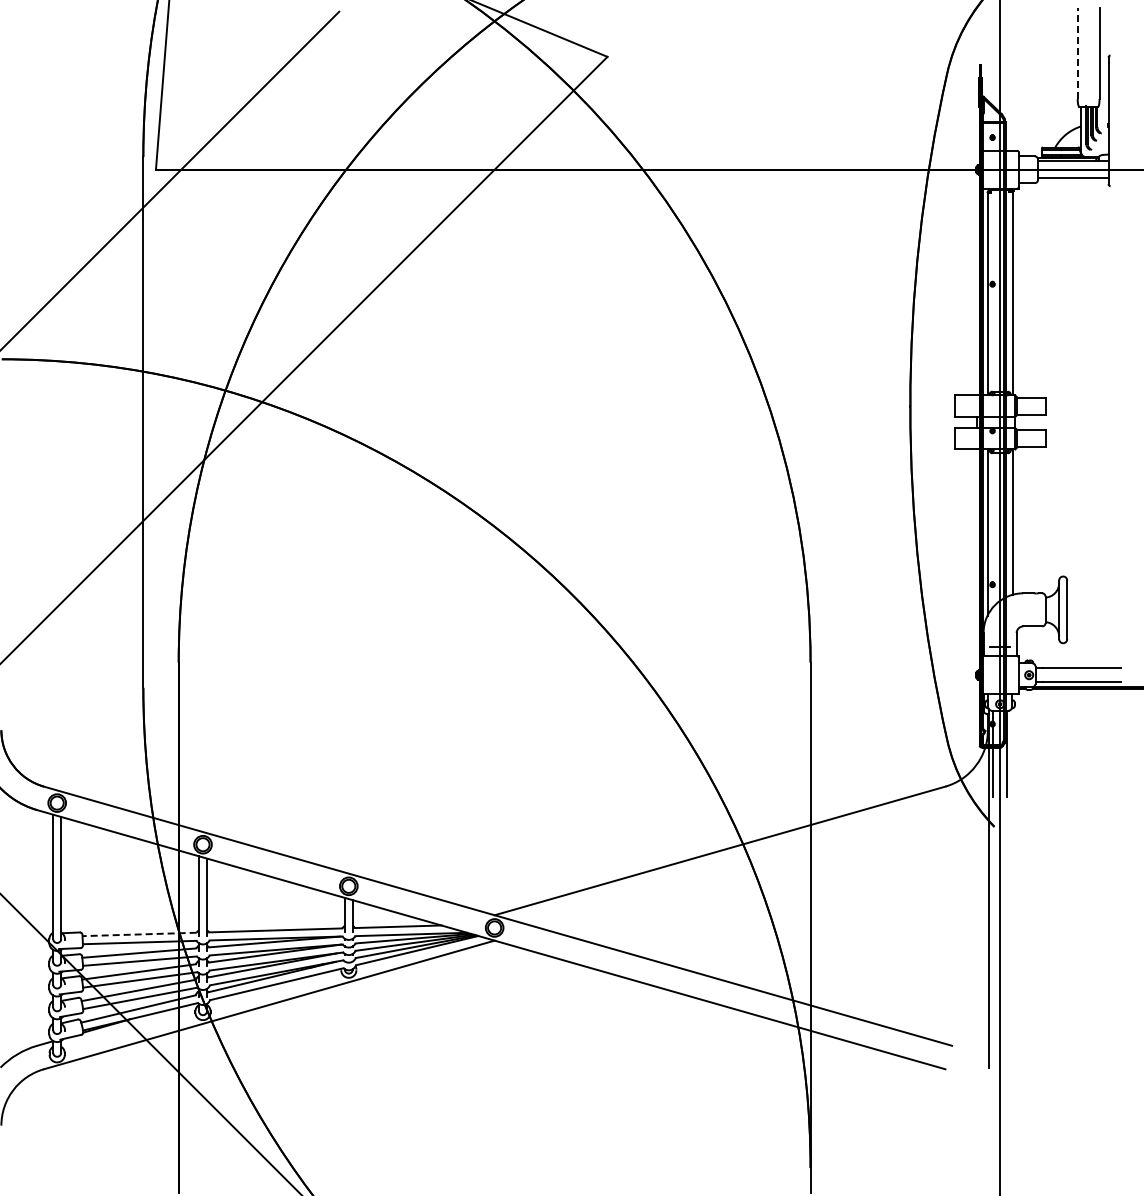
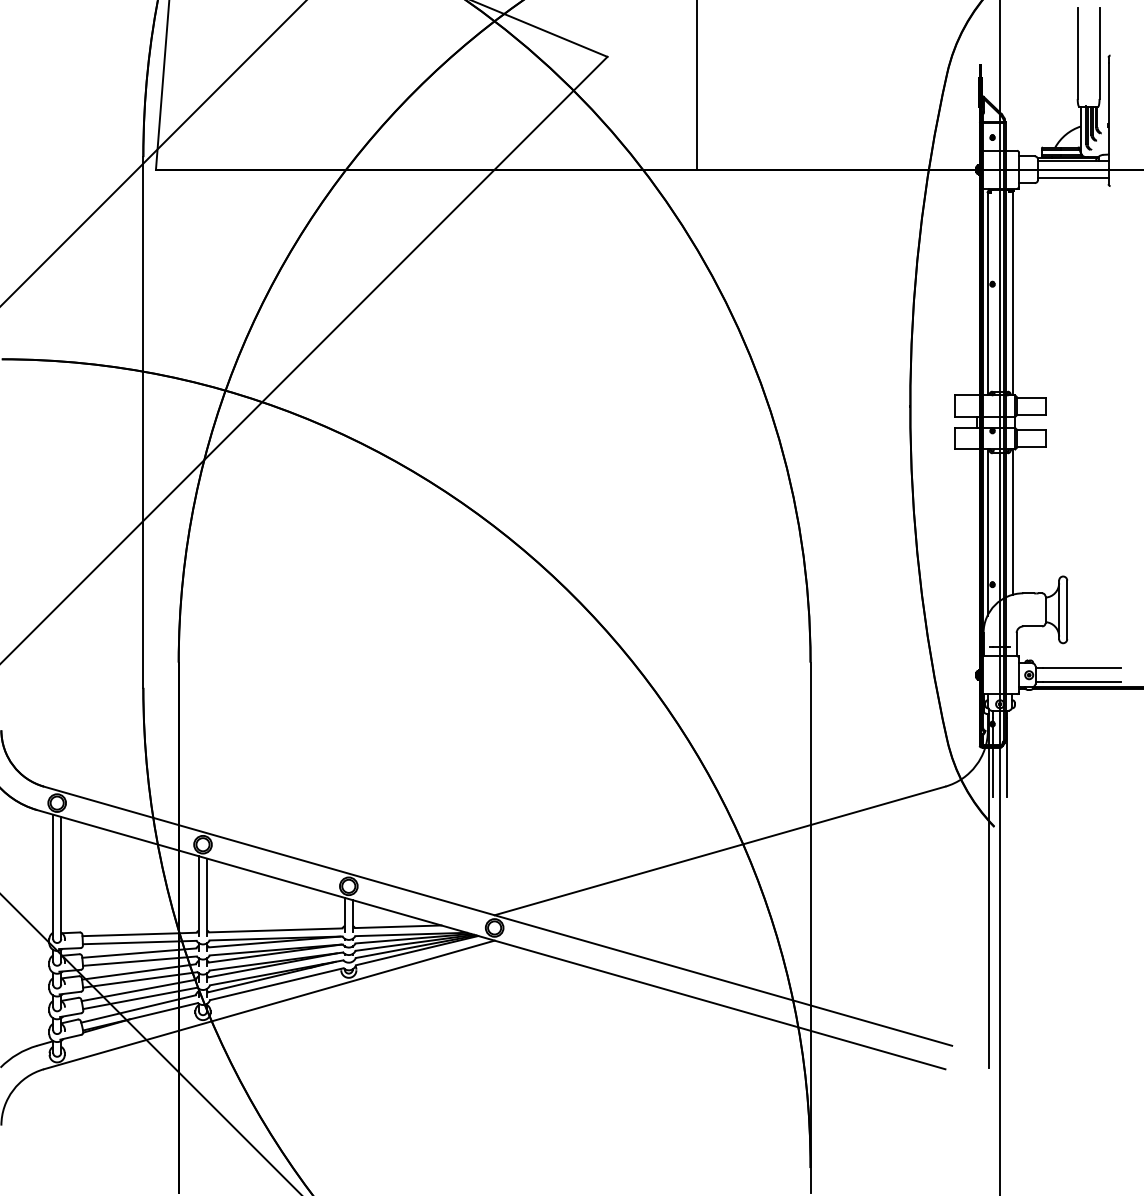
line at (1077, 52): dashed -> solid
line at (696, 85): none -> present
line at (170, 179) position: (170, 179) -> (153, 153)
line at (139, 934): dashed -> solid
